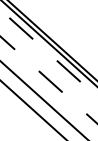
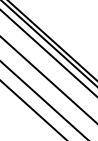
line at (49, 53): dashed -> solid
line at (49, 80): dashed -> solid
